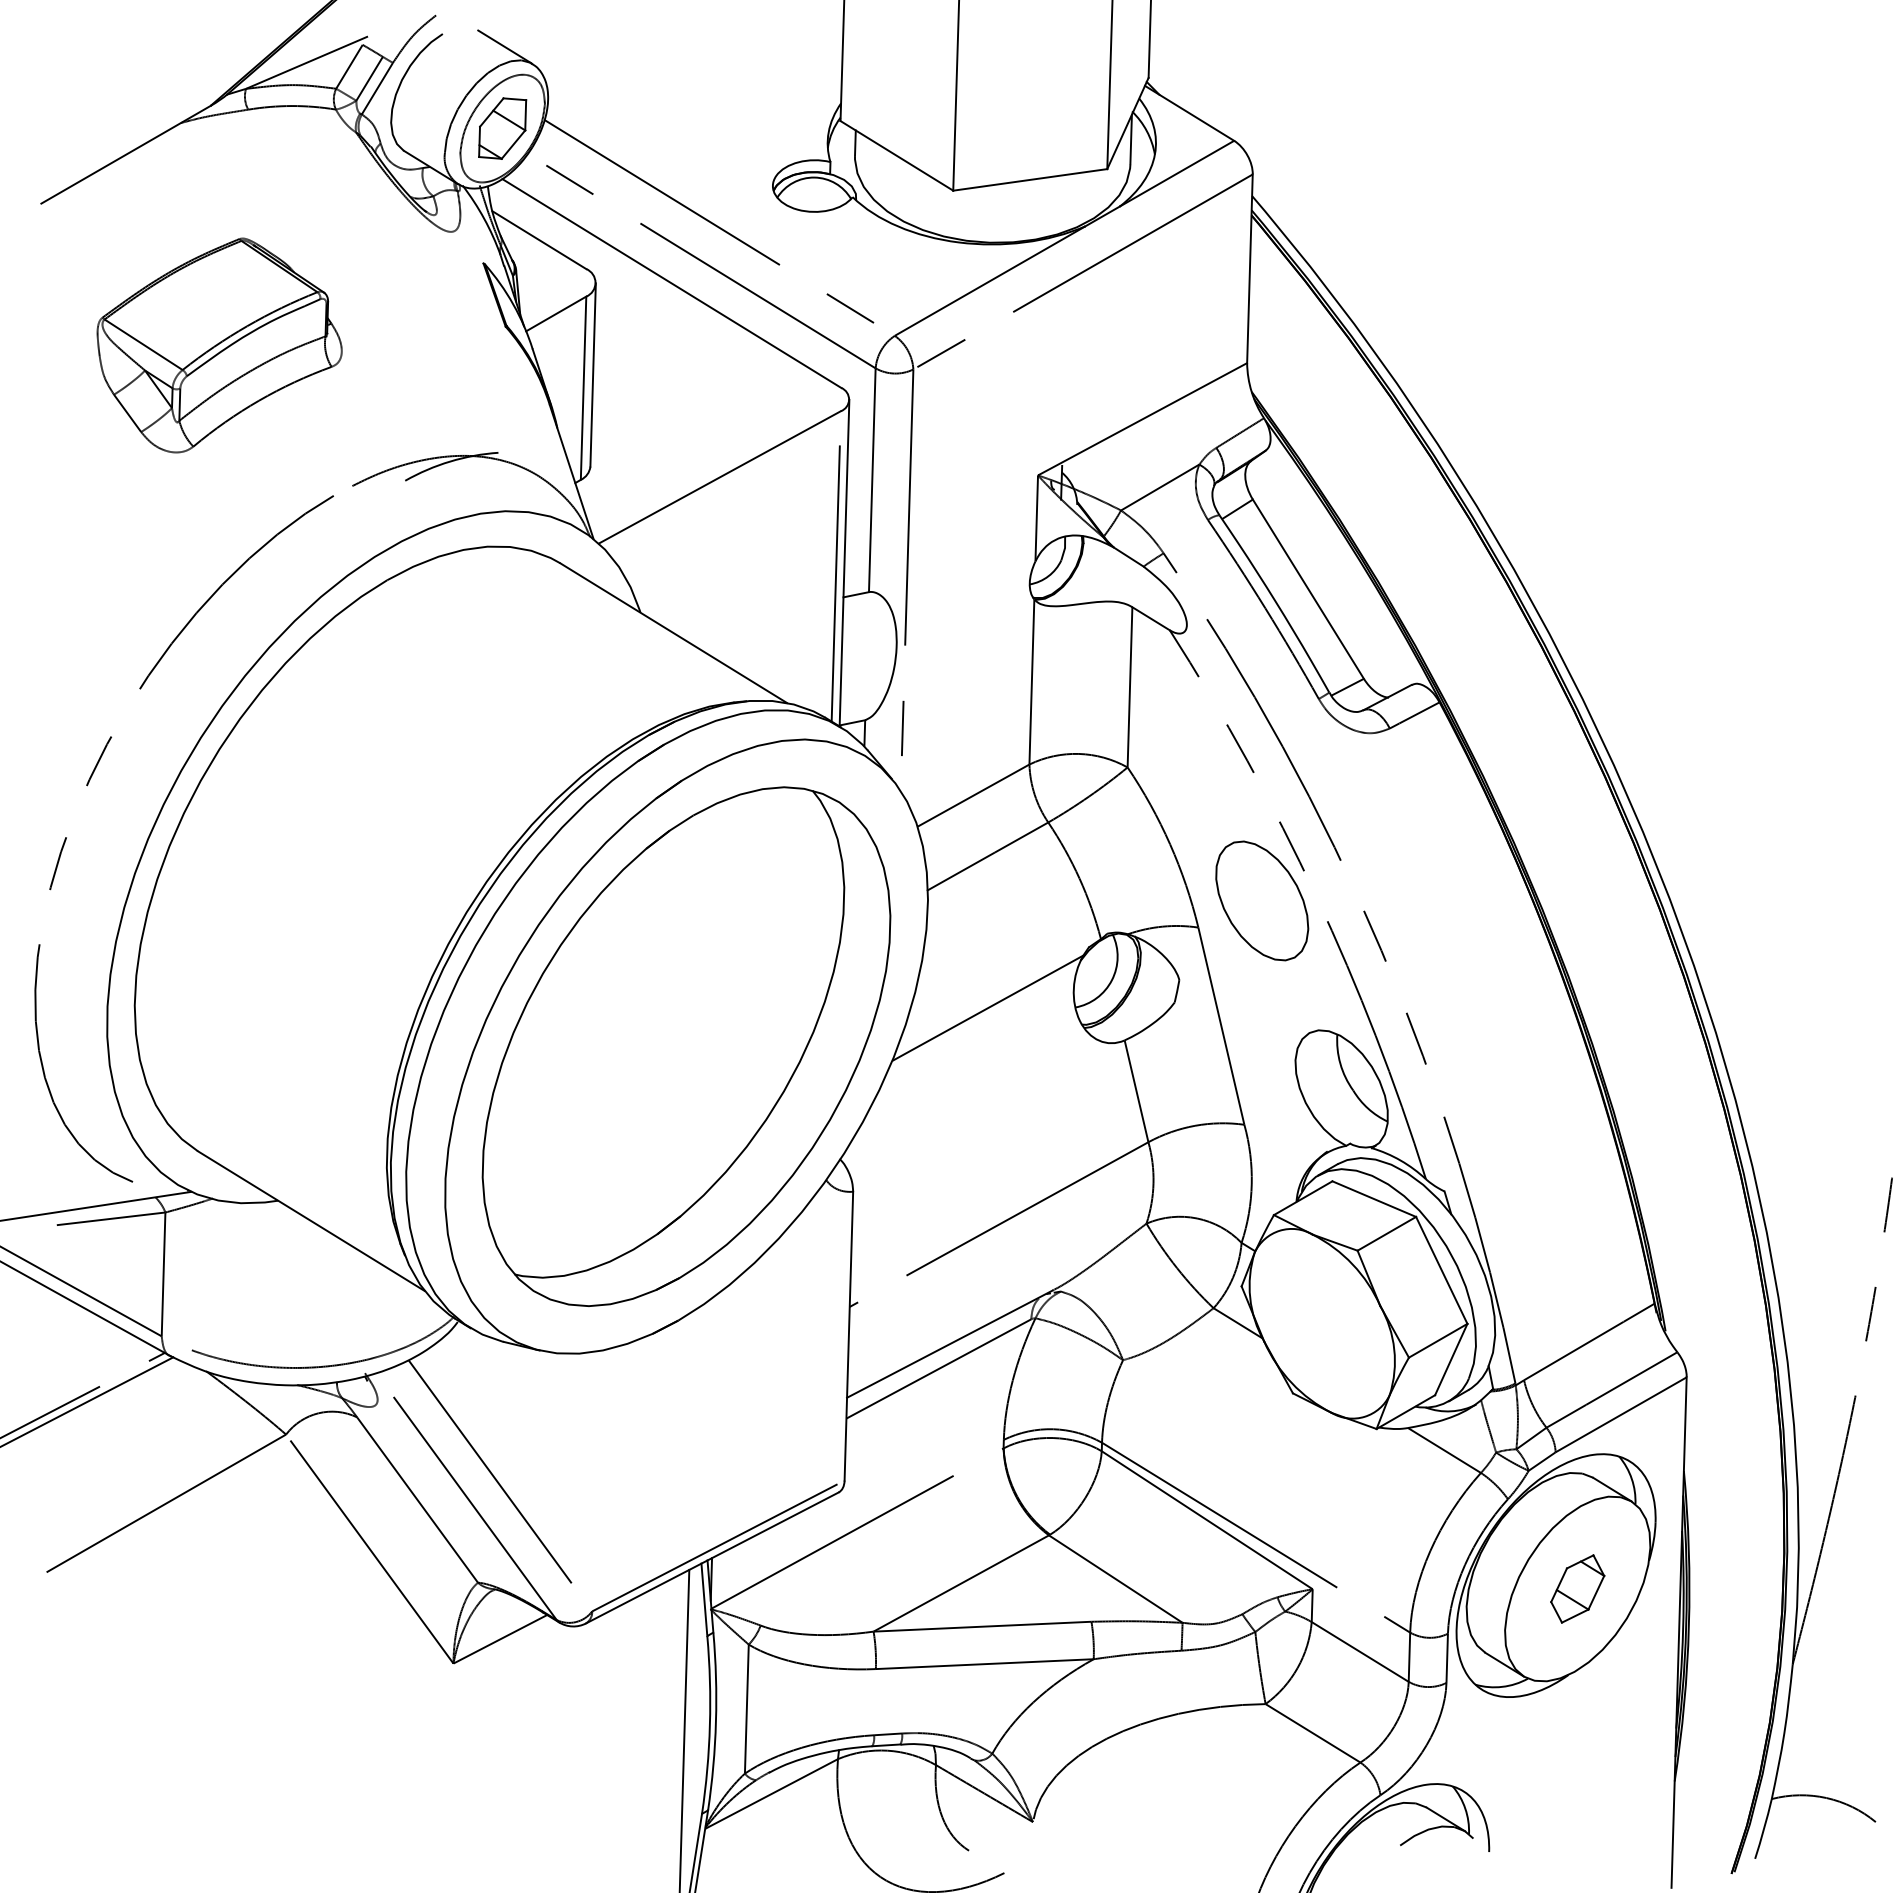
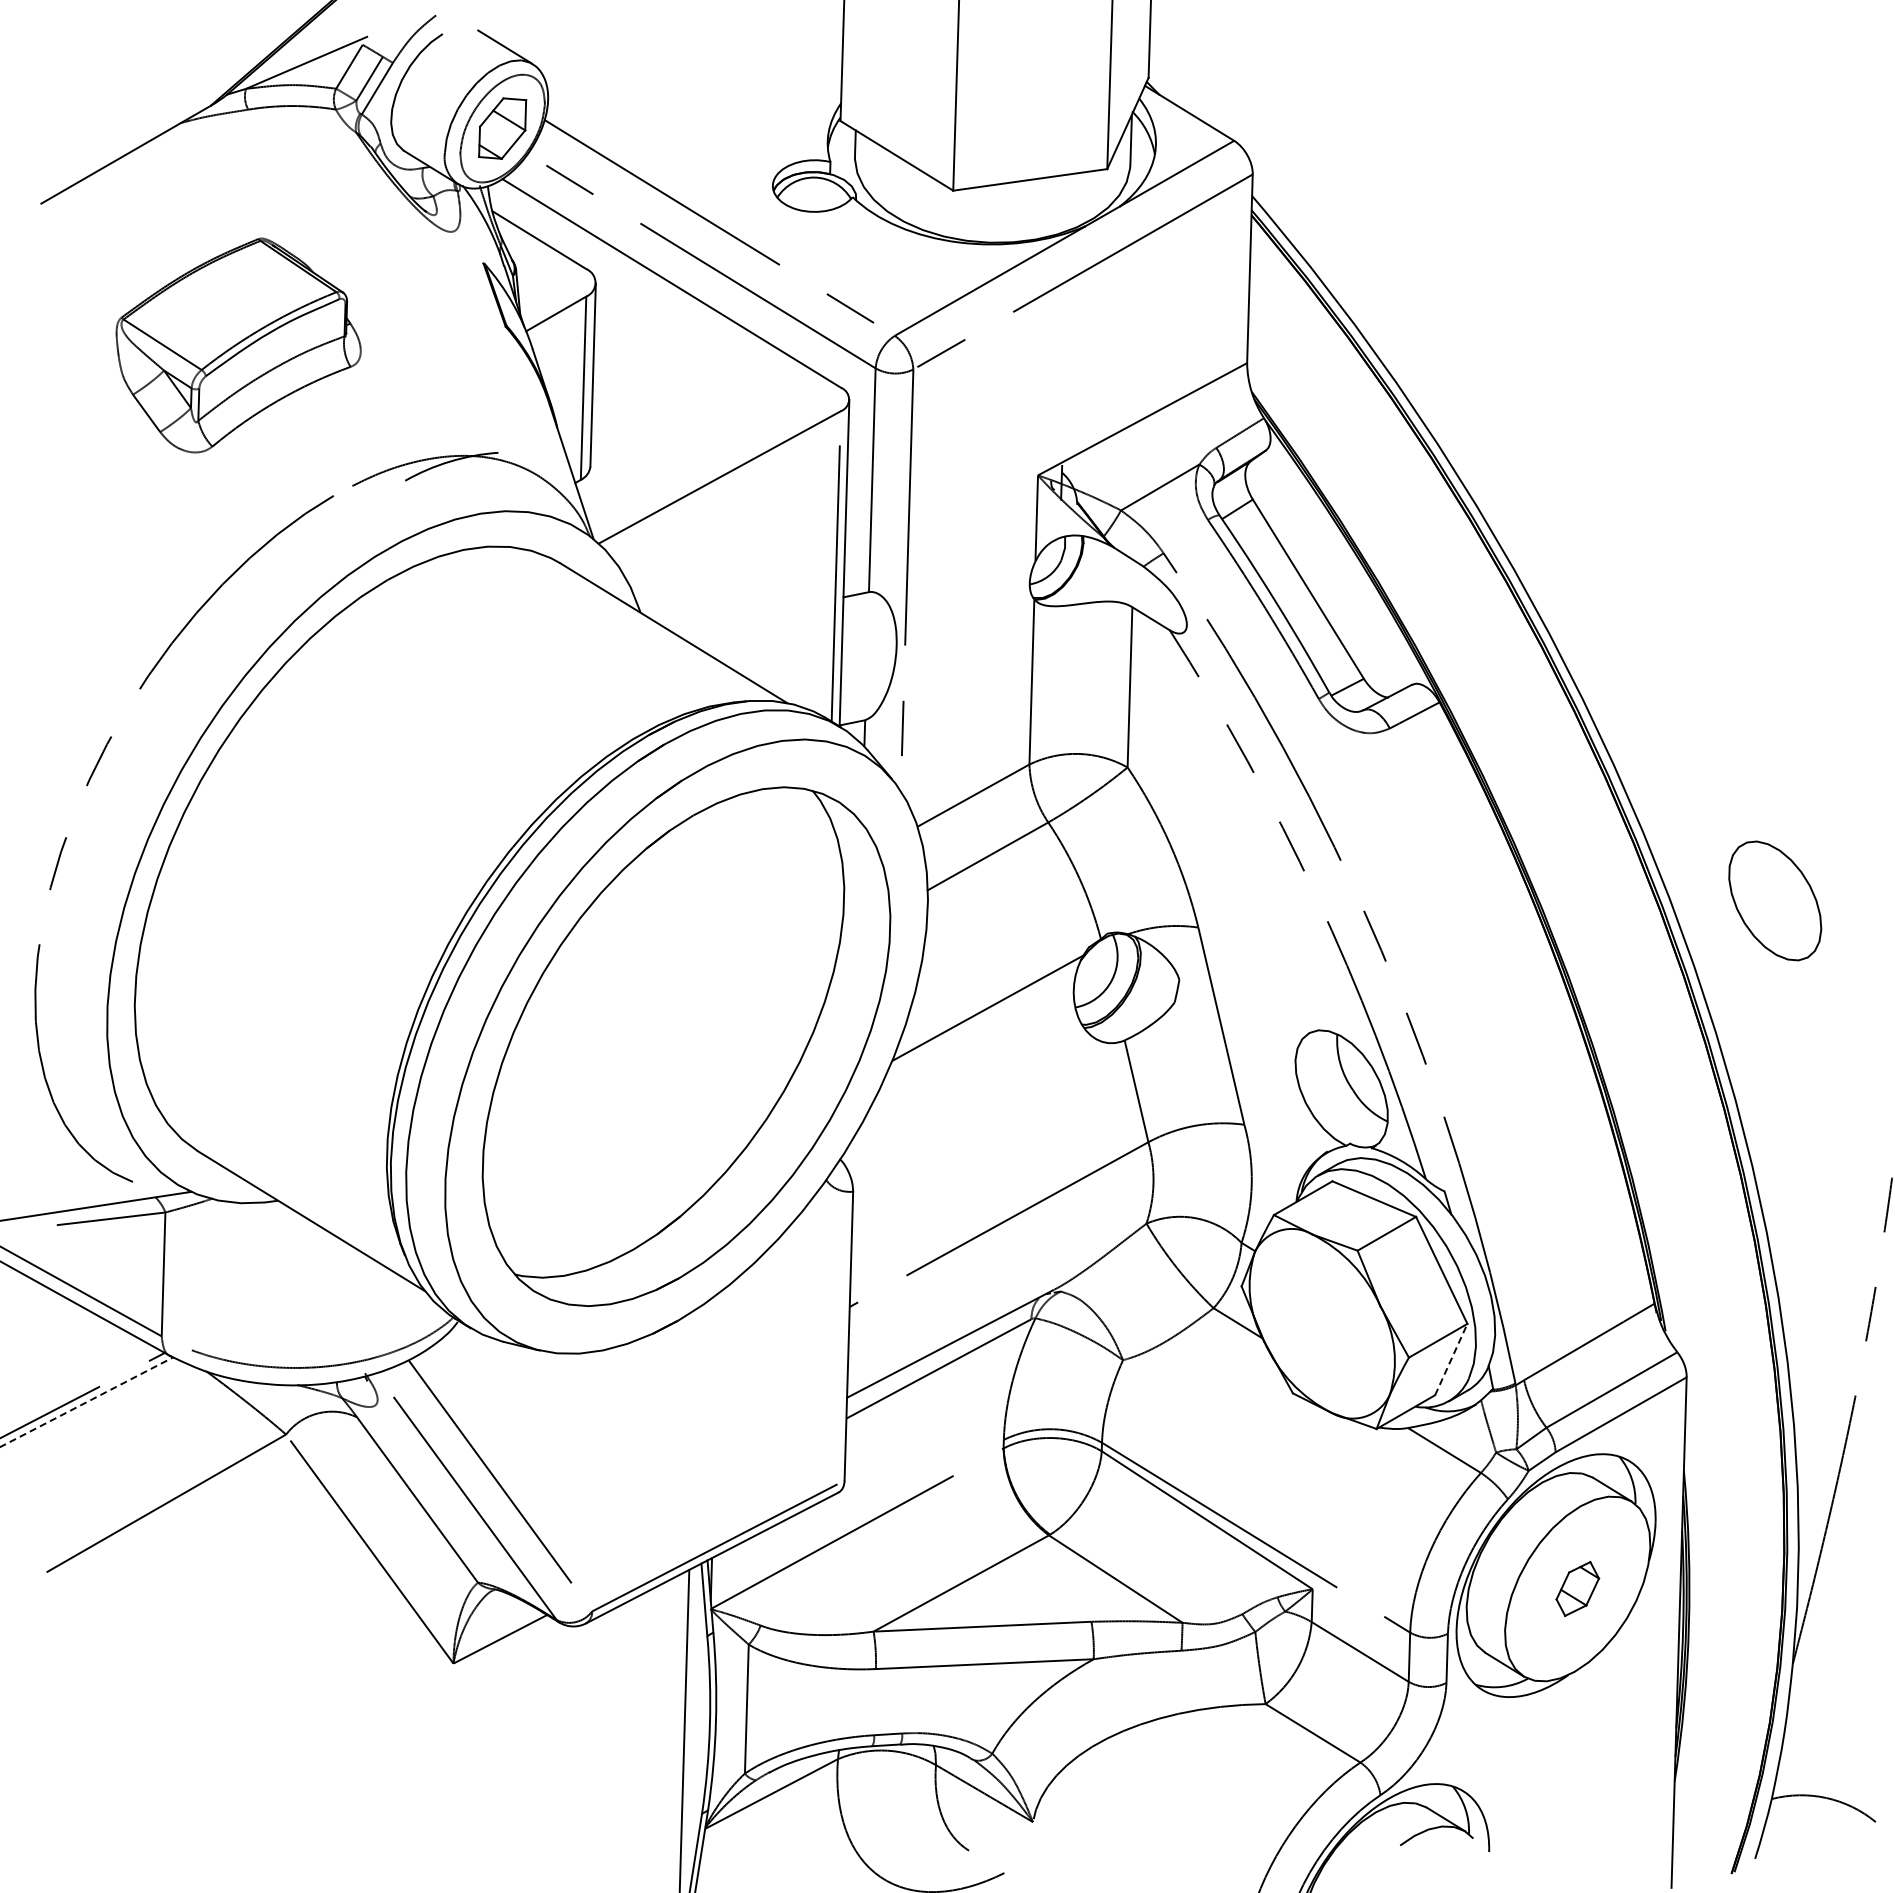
part at (219, 345) position: (219, 345) -> (238, 345)
part at (1262, 900) position: (1262, 900) -> (1775, 900)
line at (1451, 1359): solid -> dashed
line at (87, 1401): solid -> dashed
part at (1577, 1588) size: 56x70 px -> 46x56 px
